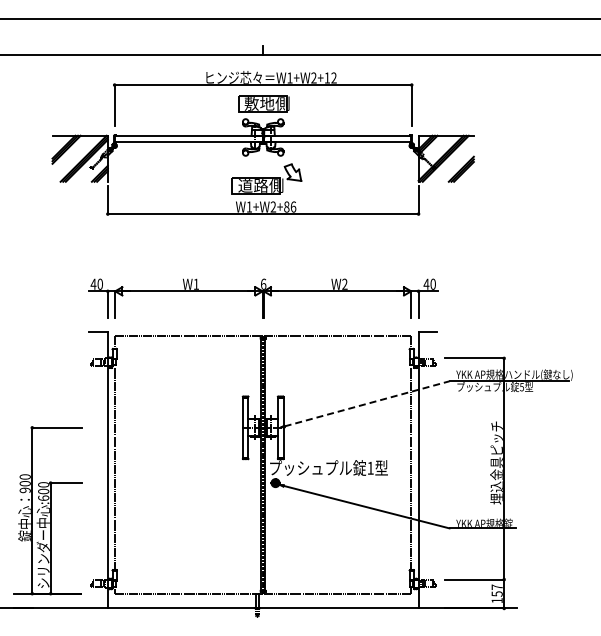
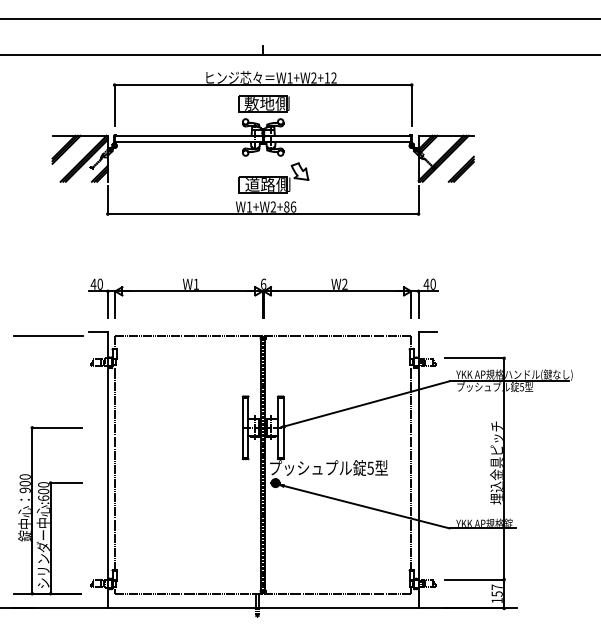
part at (266, 178) position: (266, 178) -> (273, 177)
line at (47, 335): none -> present
line at (367, 403): dashed -> solid
text at (370, 467): 1 -> 5
